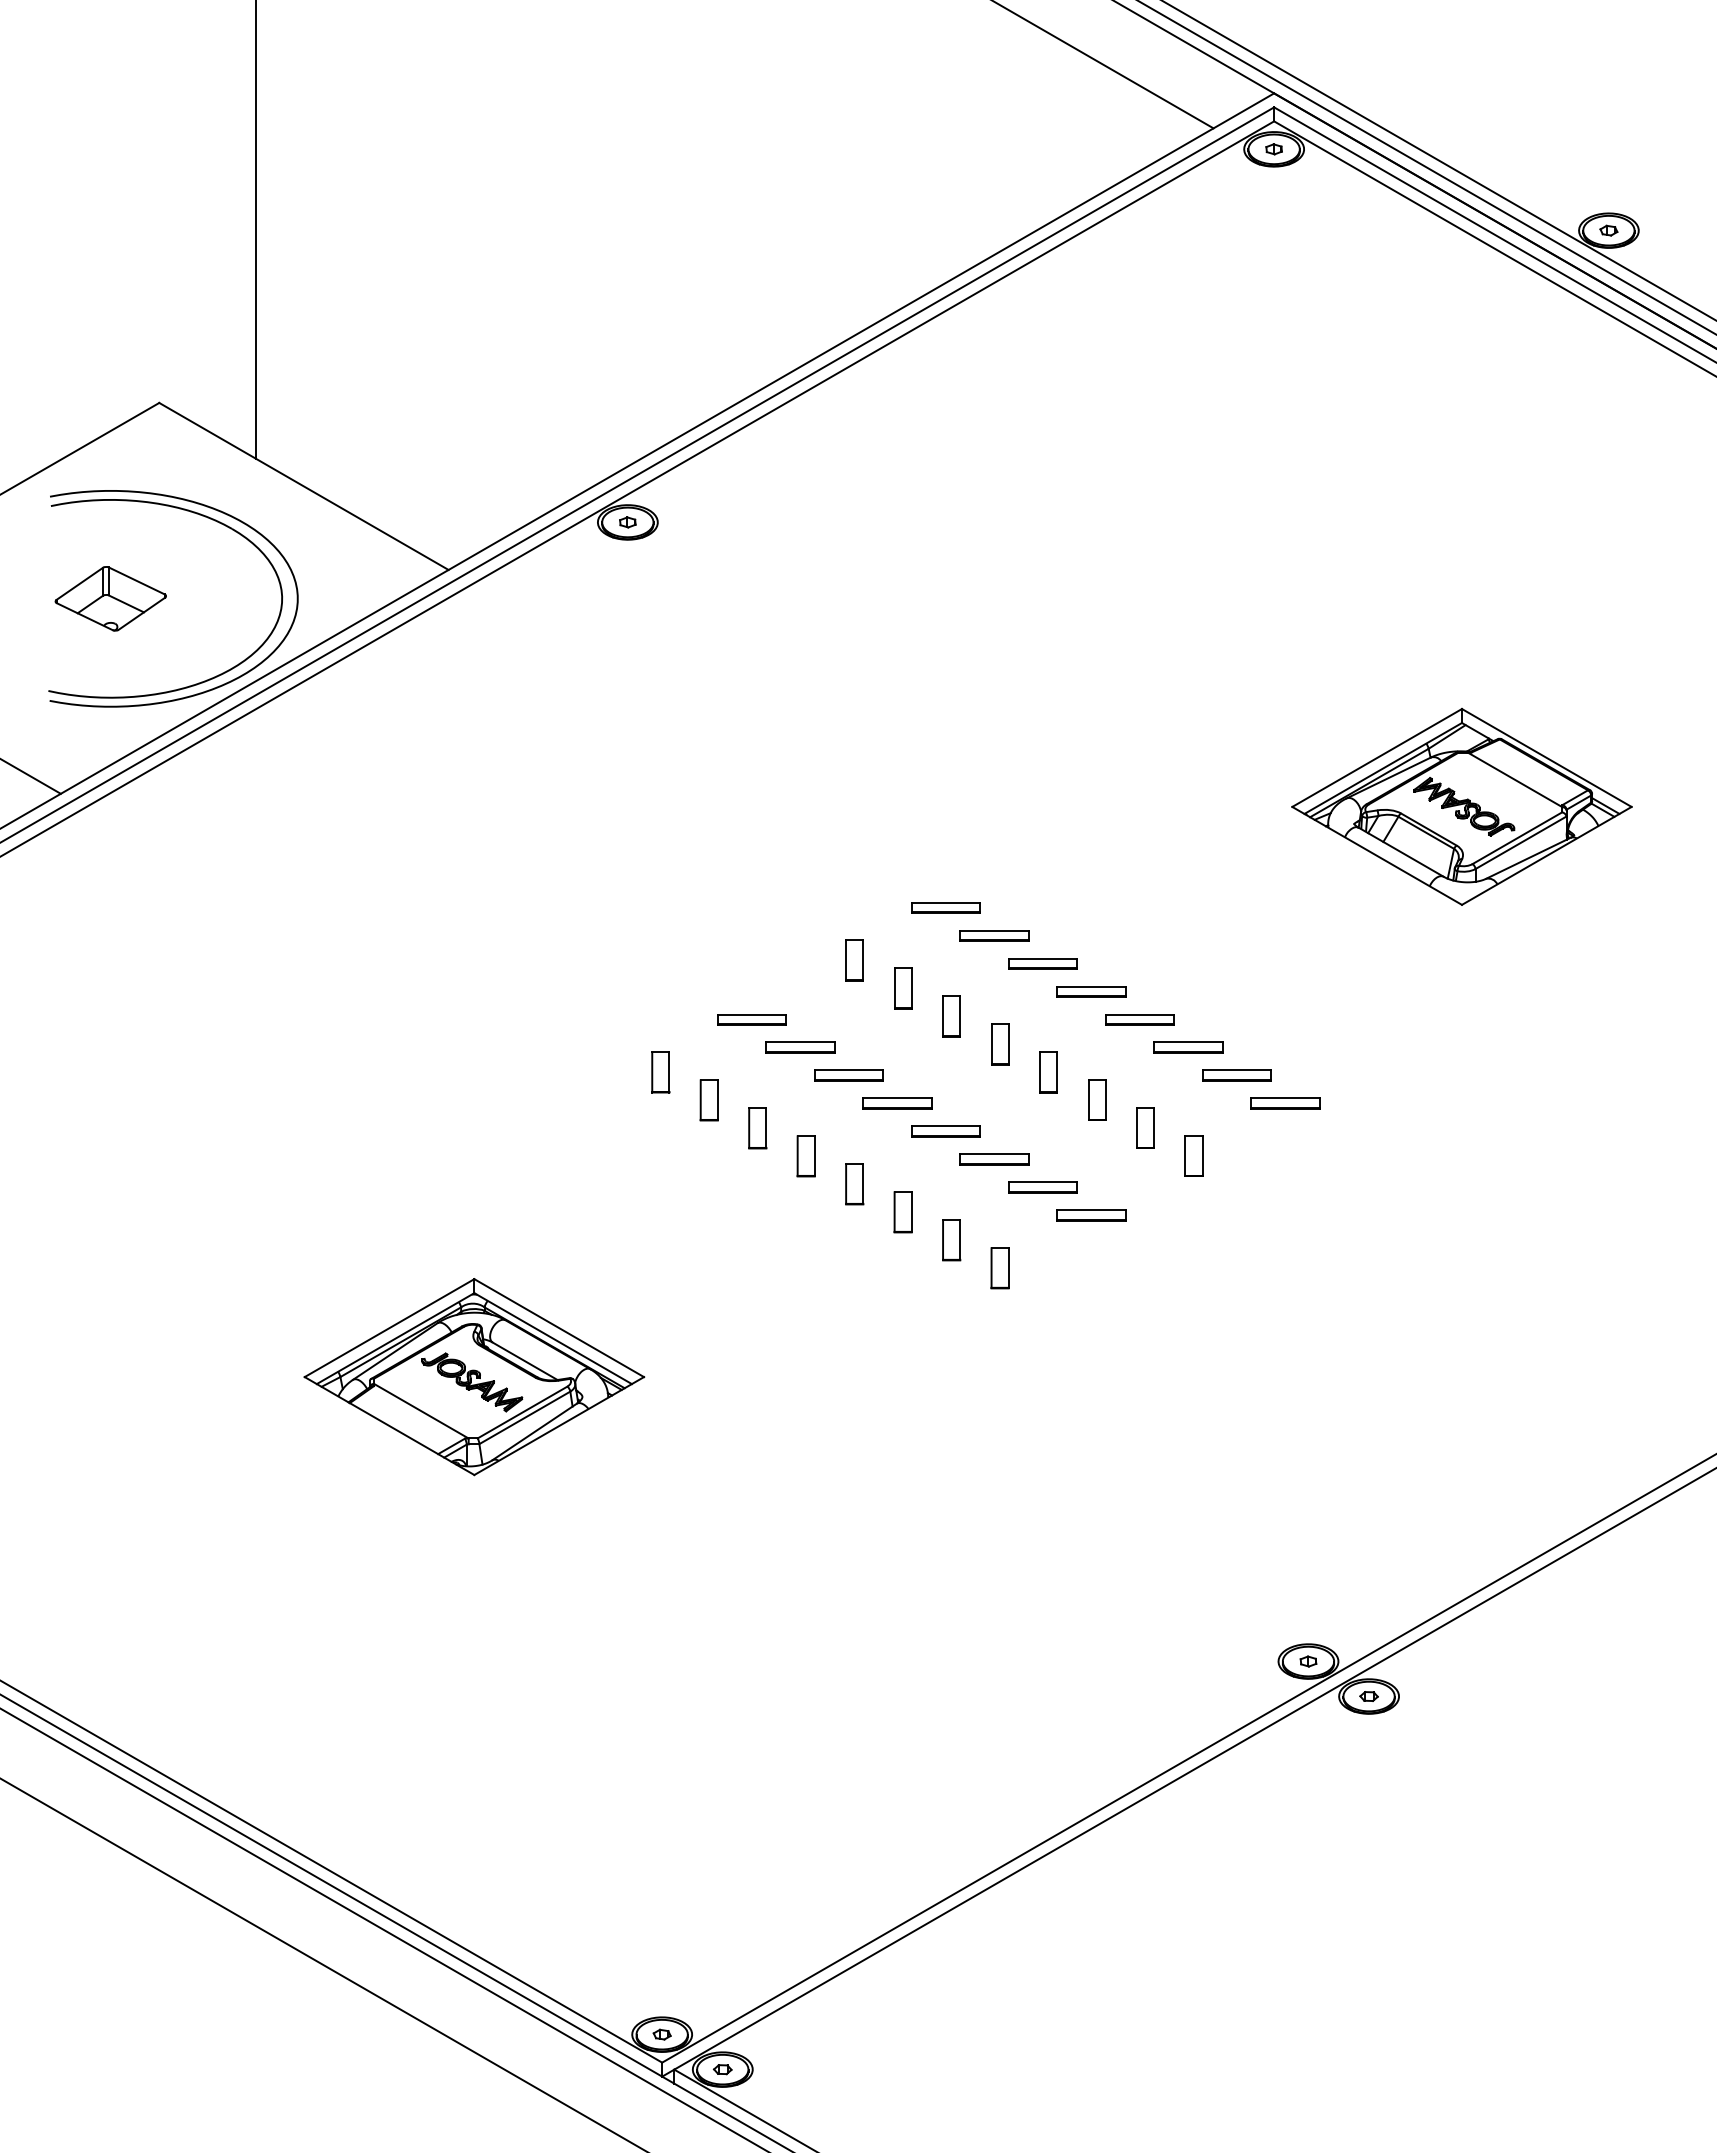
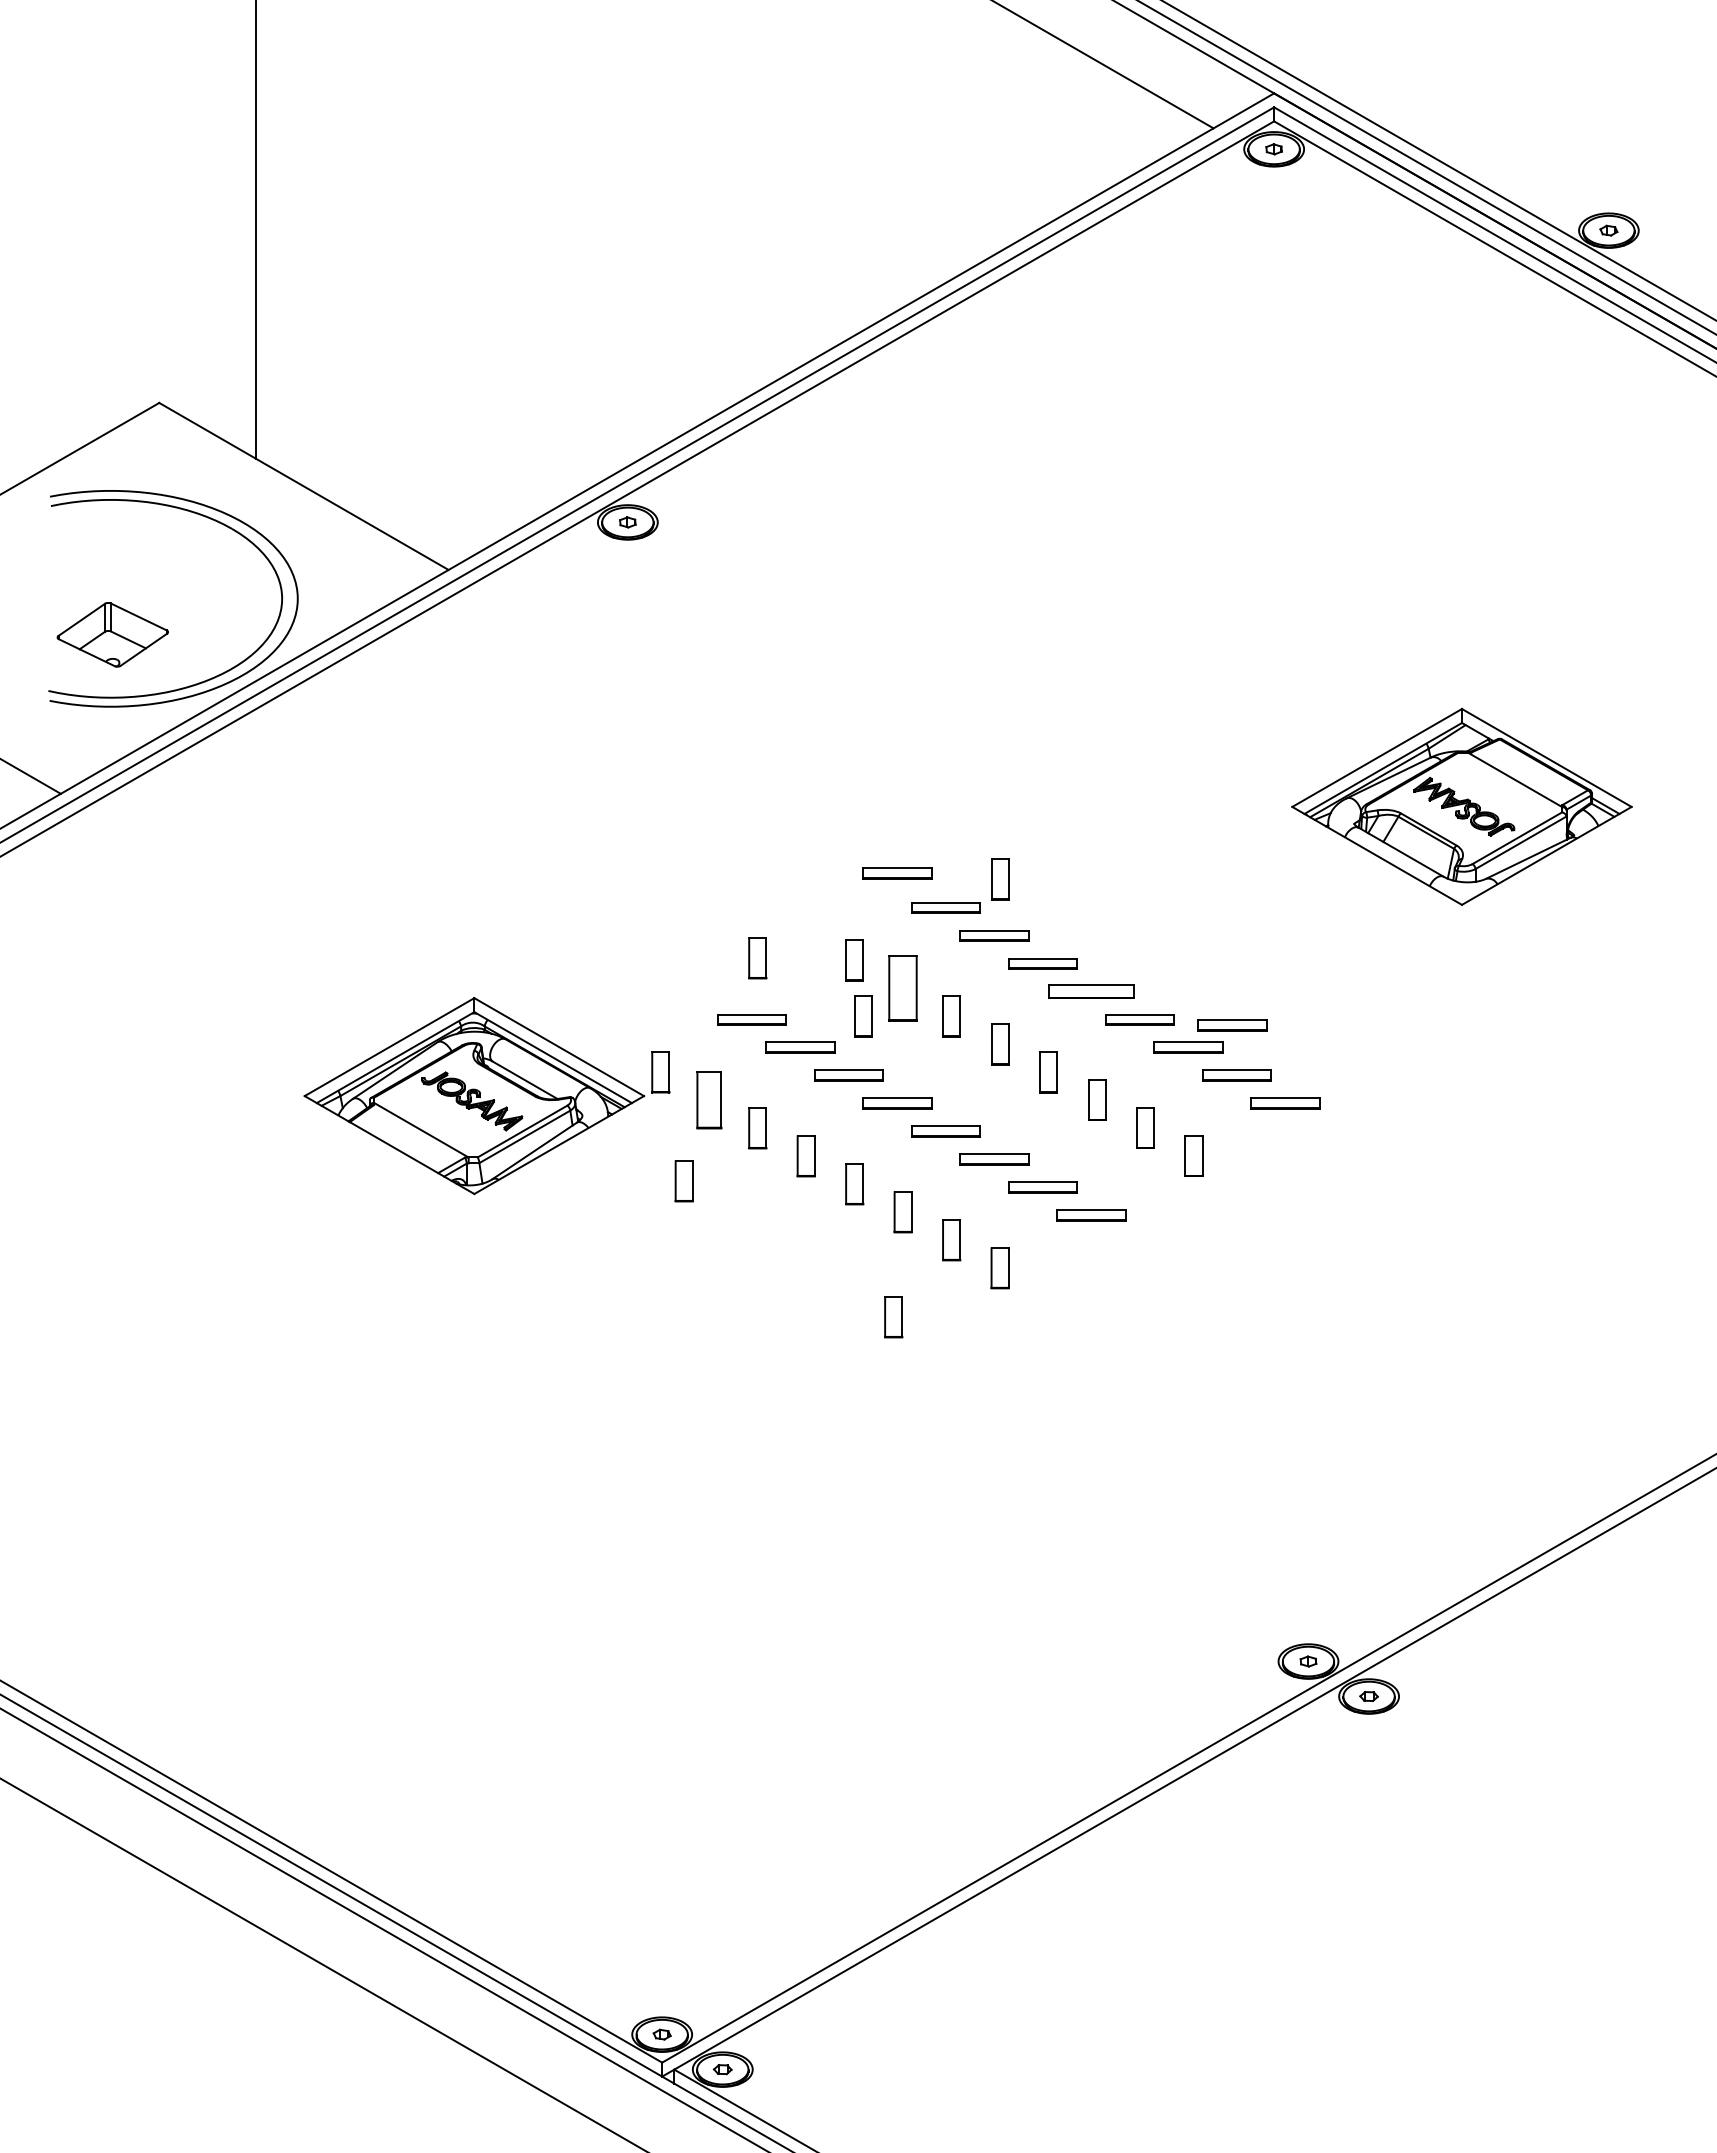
part at (110, 598) position: (110, 598) -> (112, 634)
part at (897, 873): none -> present
part at (1000, 879): none -> present
part at (757, 958): none -> present
part at (903, 988) size: 19x43 px -> 30x67 px
part at (1091, 991) size: 71x12 px -> 87x15 px
part at (863, 1016): none -> present
part at (1232, 1025): none -> present
part at (708, 1100) size: 20x43 px -> 27x59 px
part at (683, 1181): none -> present
part at (893, 1317): none -> present
part at (474, 1377) position: (474, 1377) -> (474, 1096)
